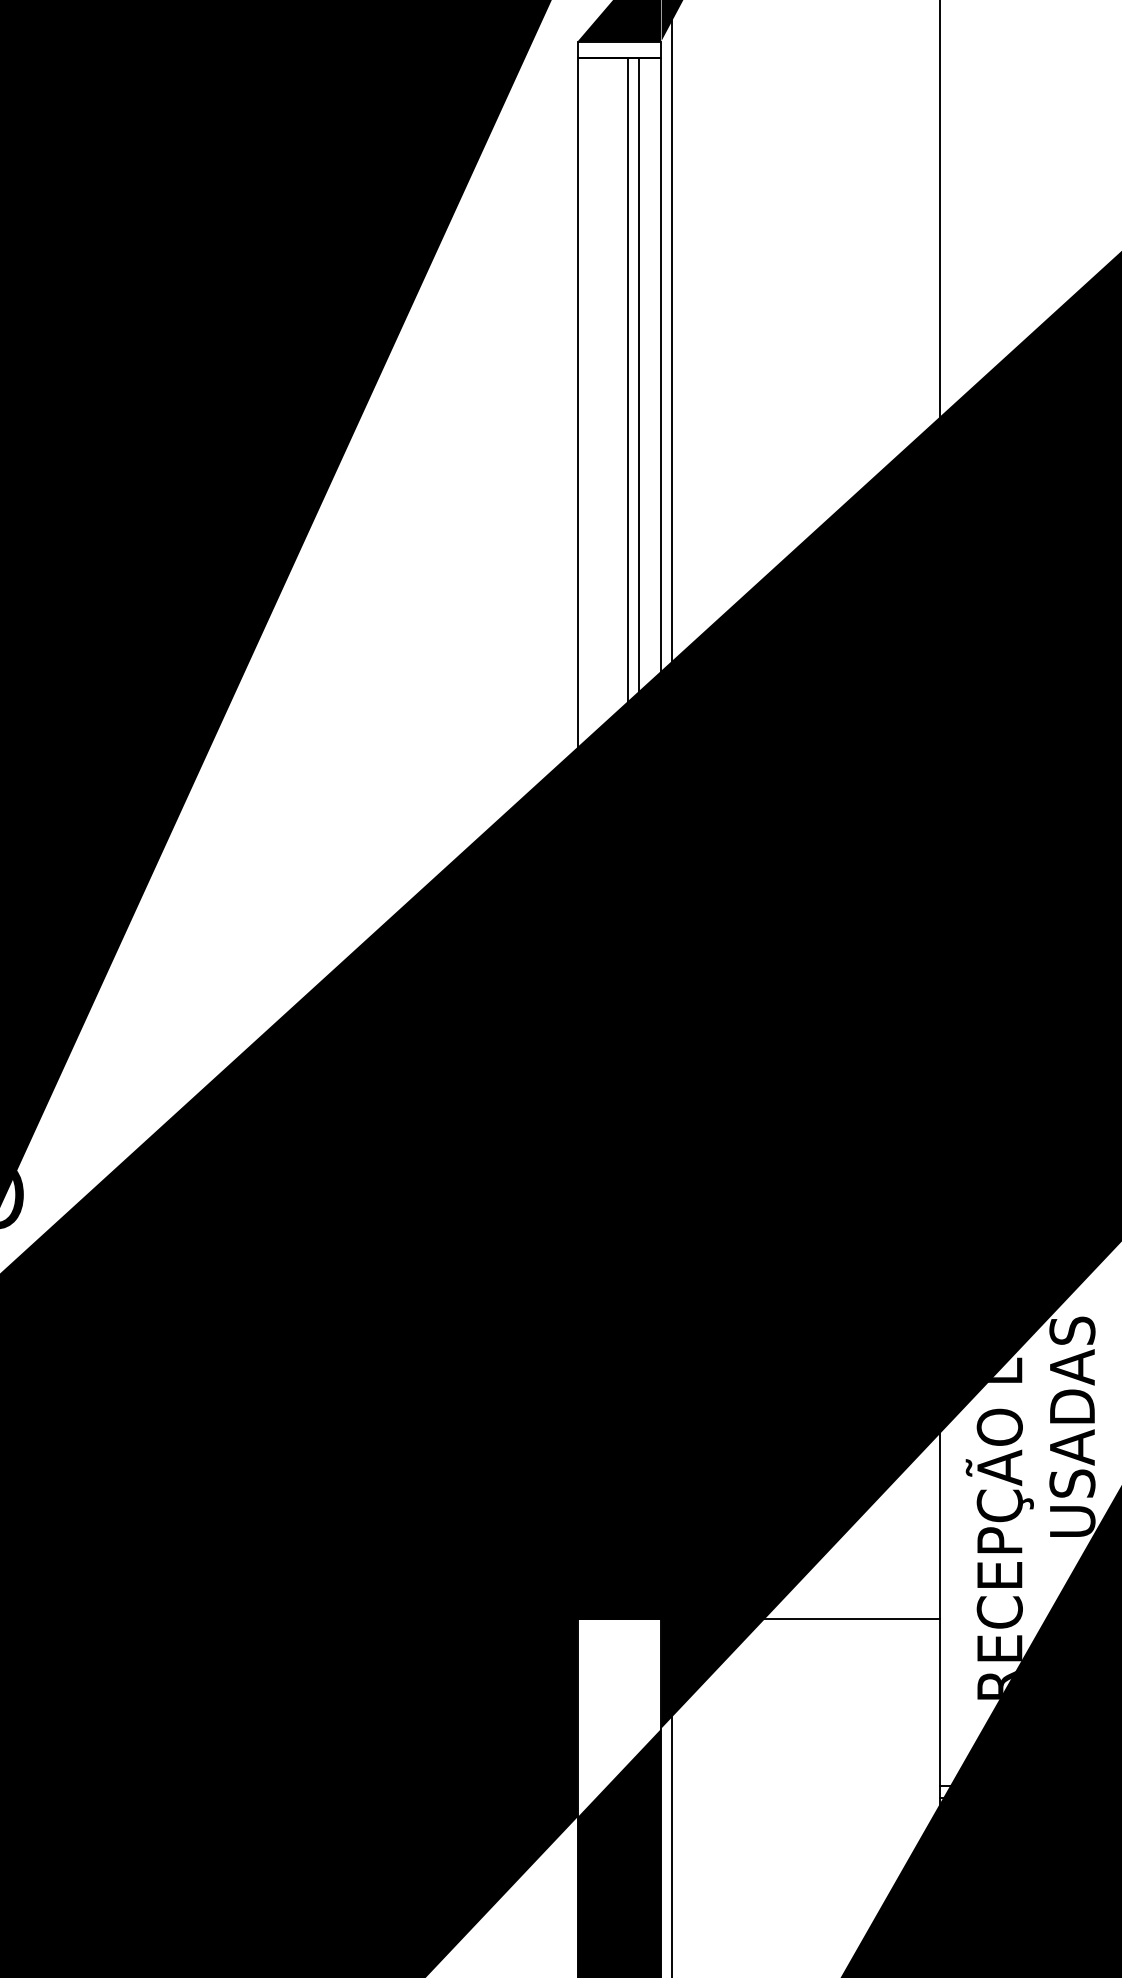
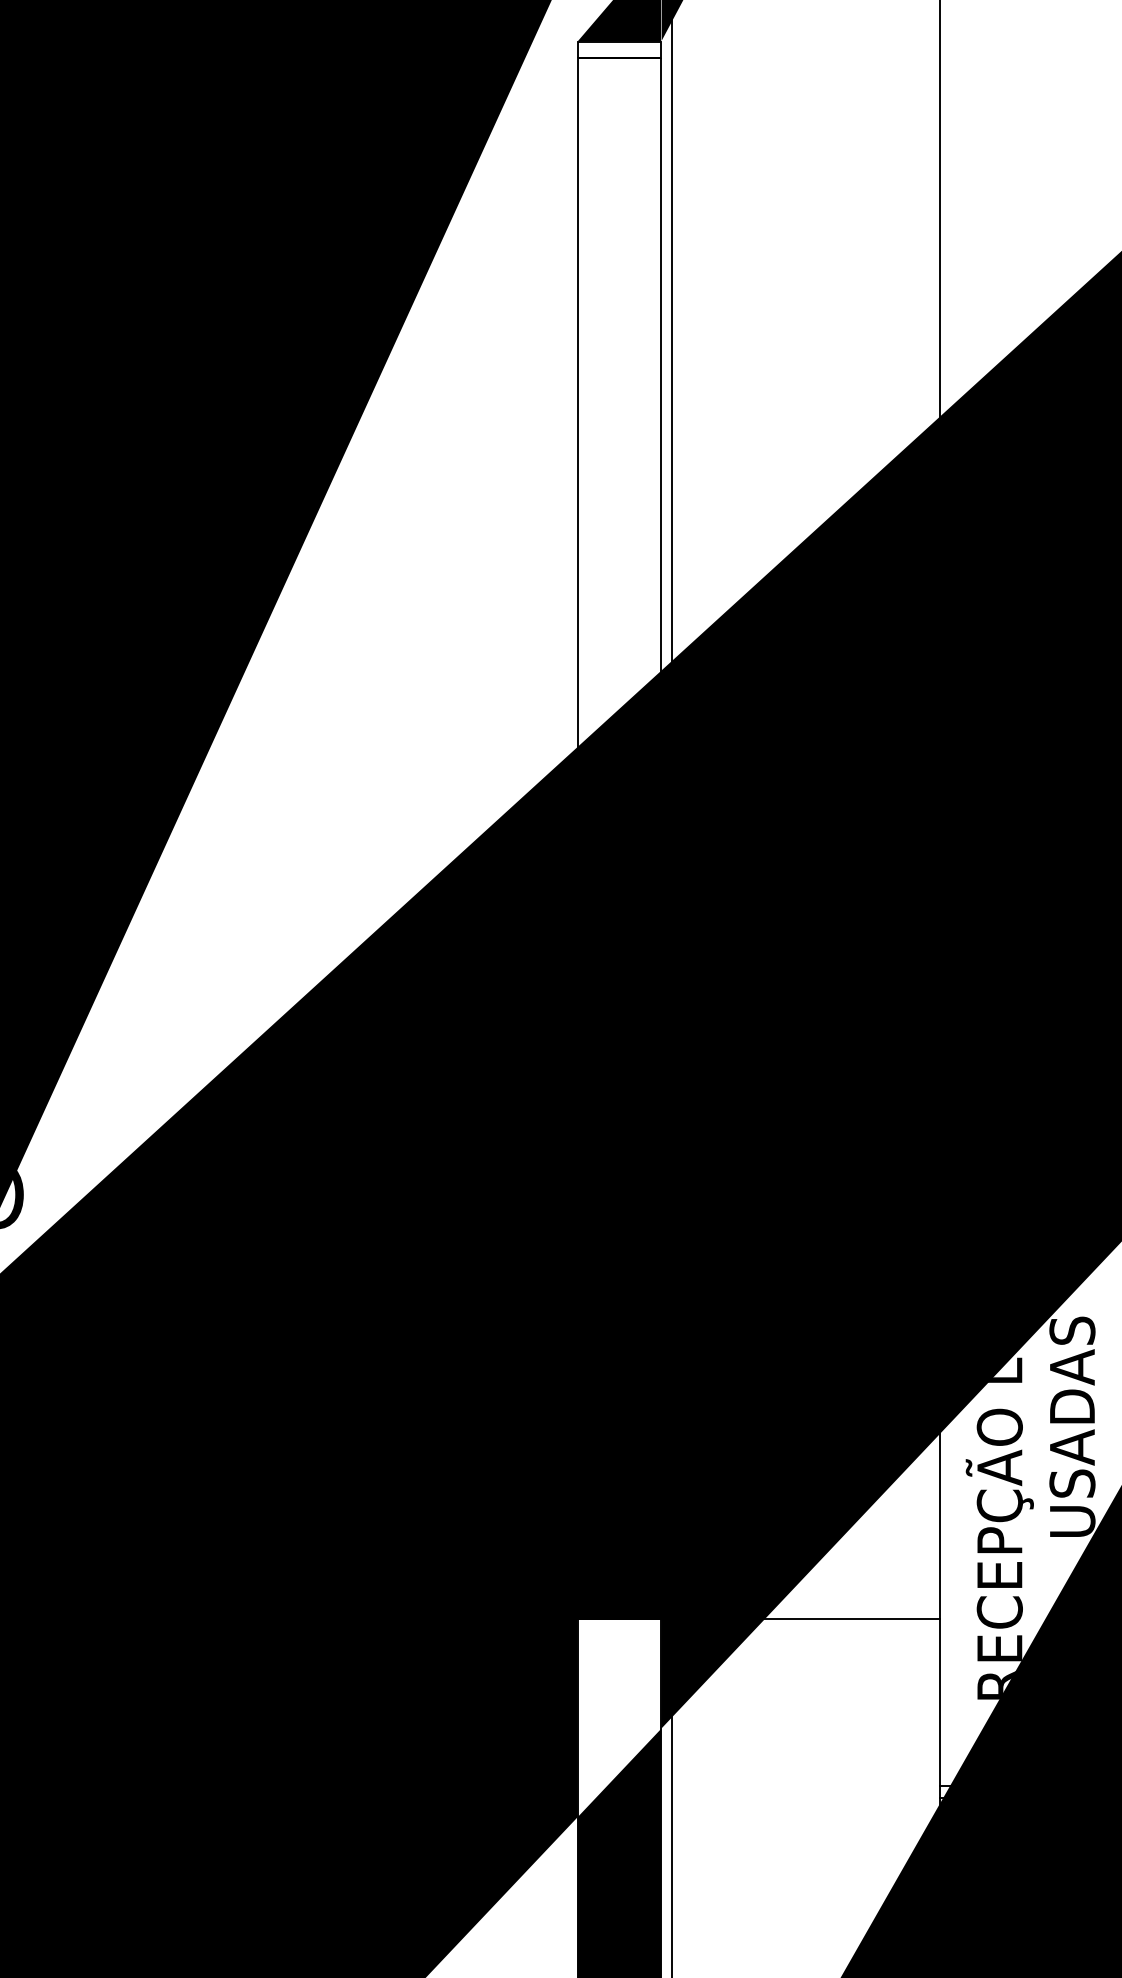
line at (627, 432): present -> none
line at (638, 432): present -> none
